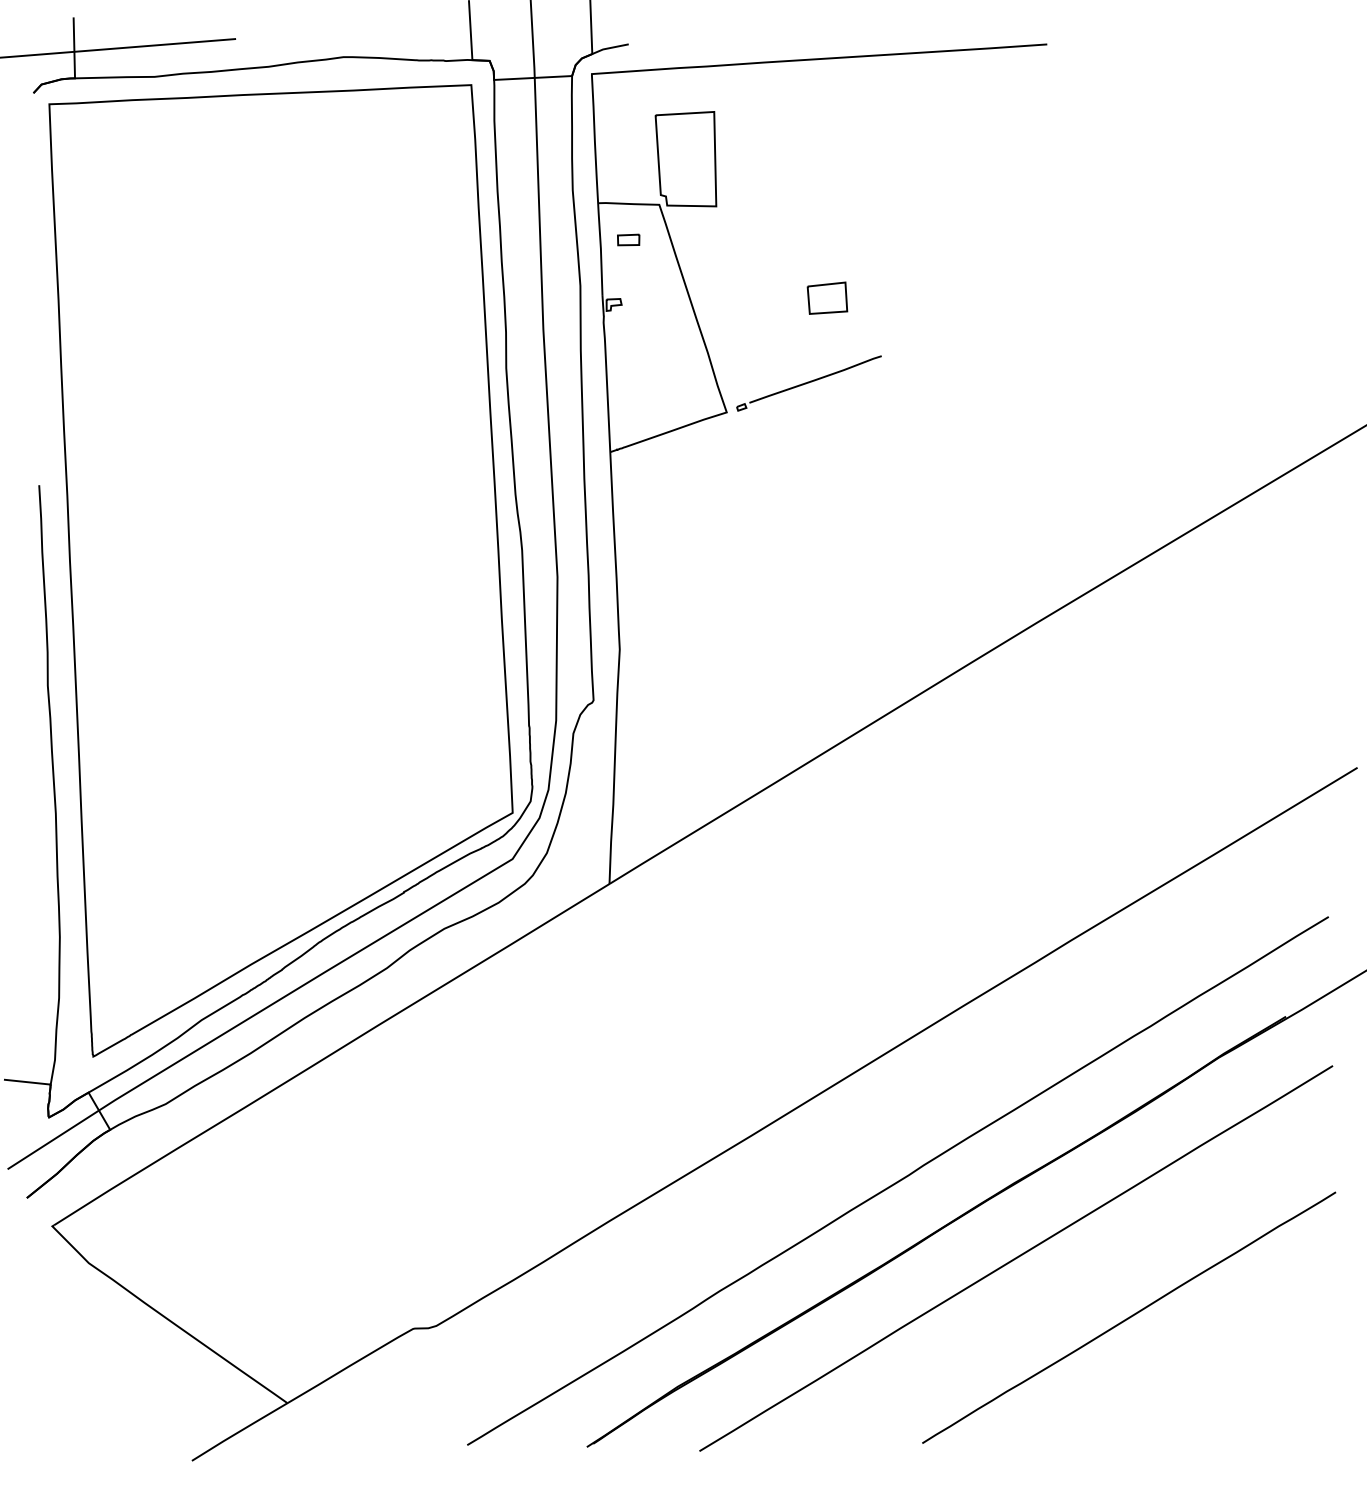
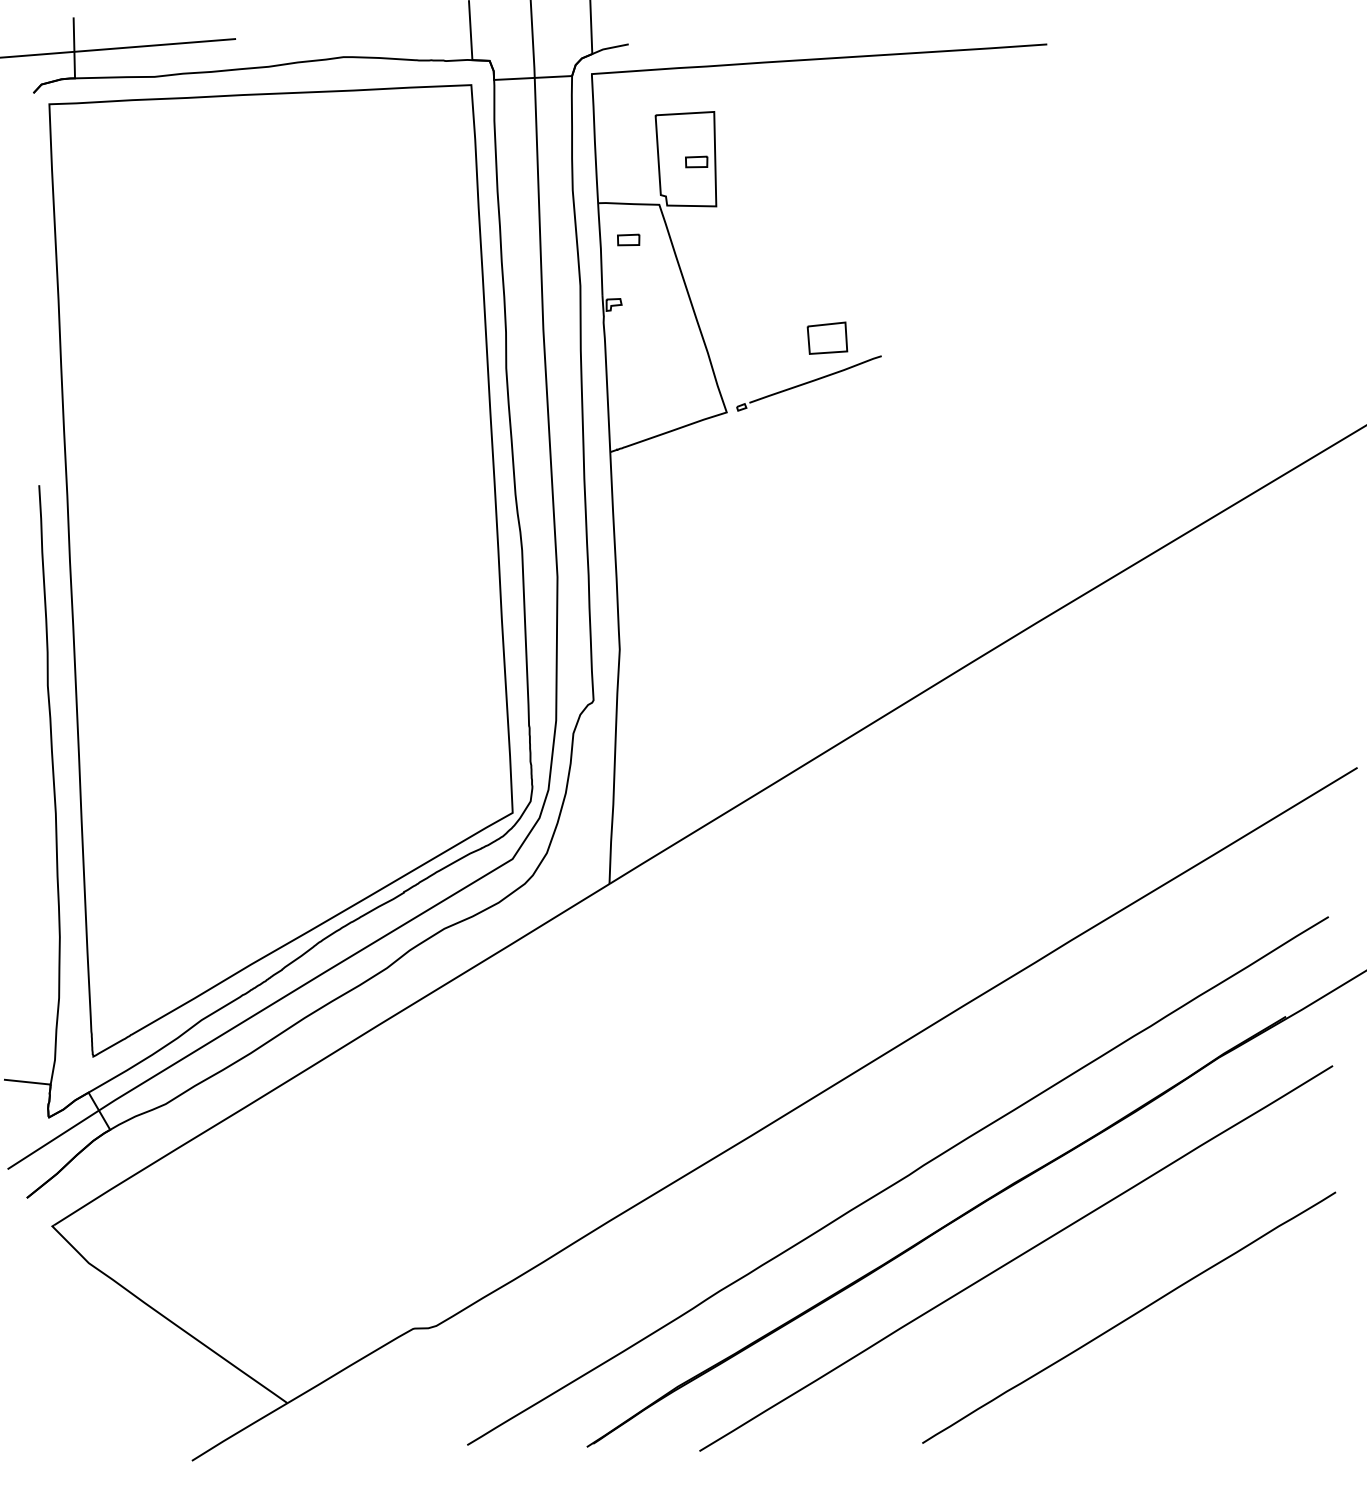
part at (696, 161): none -> present
part at (827, 297) position: (827, 297) -> (827, 337)
